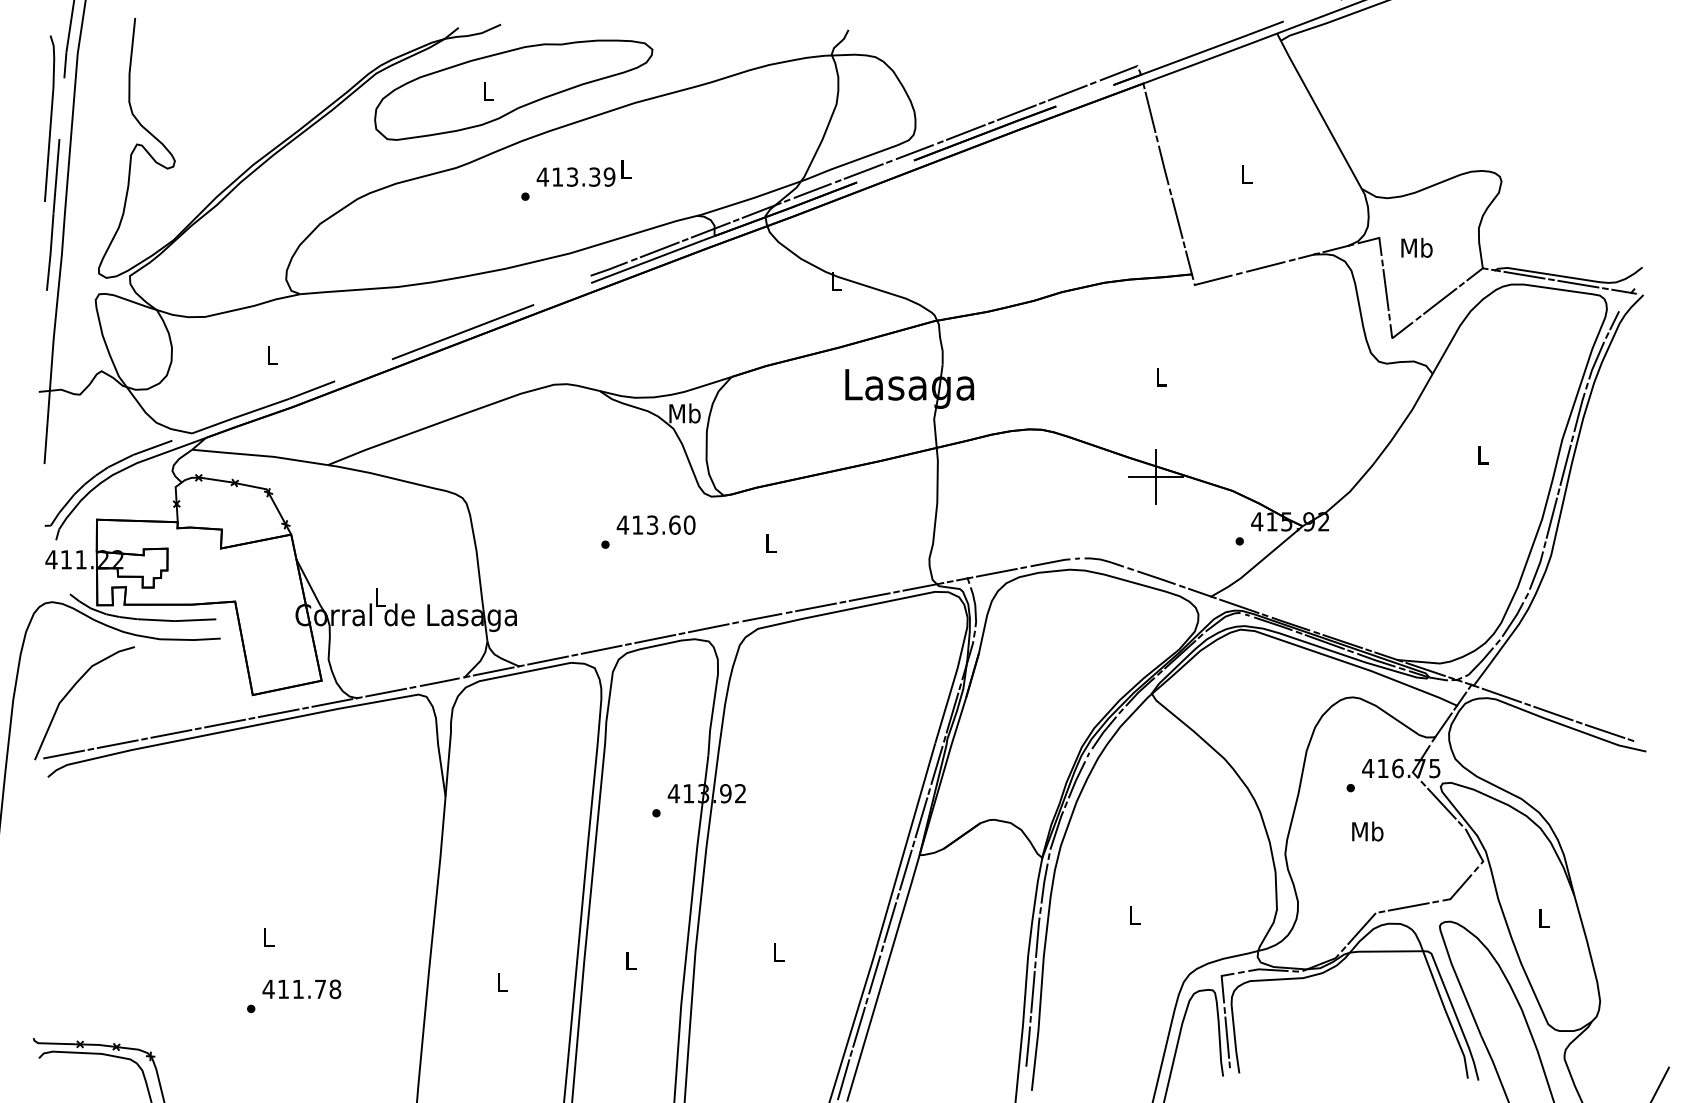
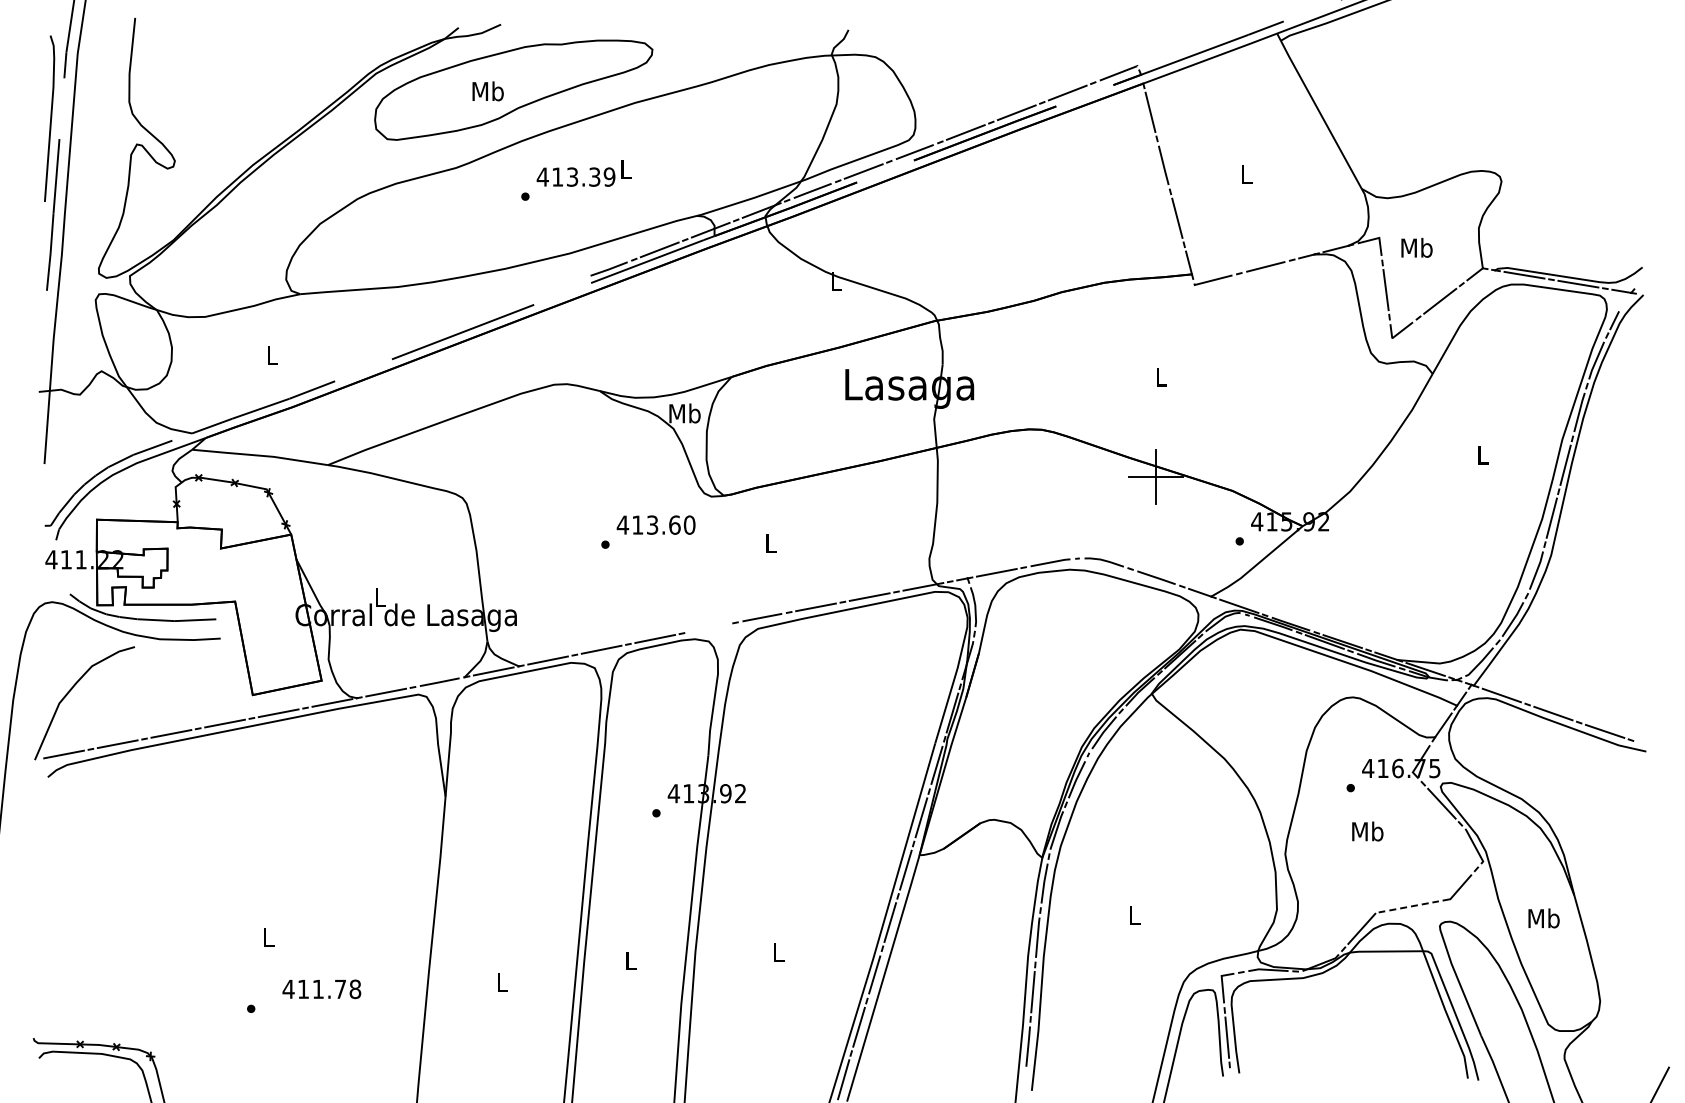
text at (487, 91): L -> Mb
line at (708, 628): present -> none
line at (1408, 907): solid -> dashed
text at (1543, 918): L -> Mb
text at (301, 989) position: (301, 989) -> (321, 989)
